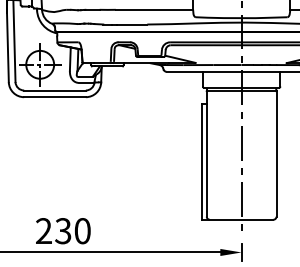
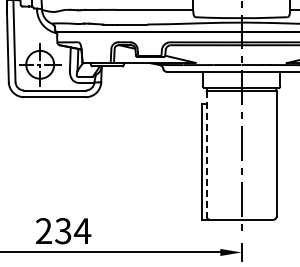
line at (206, 153): solid -> dashed
text at (82, 231): 230 -> 234
